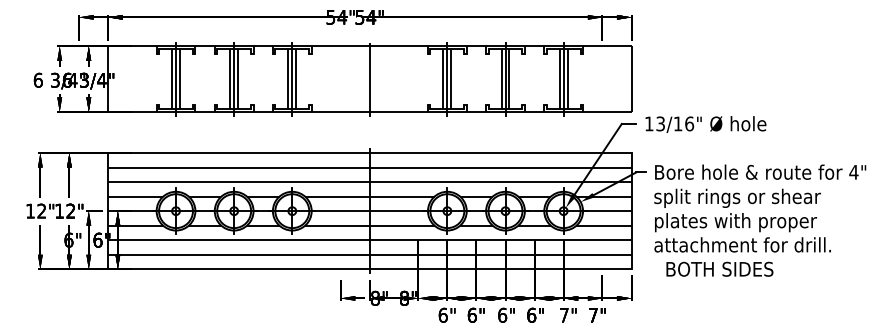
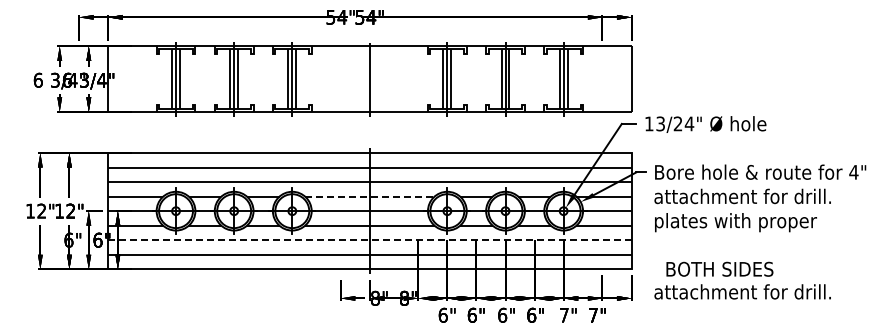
text at (683, 123): 13/16" -> 13/24"
line at (369, 196): solid -> dashed
text at (742, 197): split rings or shear -> attachment for drill.
line at (369, 240): solid -> dashed
text at (742, 244) position: (742, 244) -> (742, 291)
